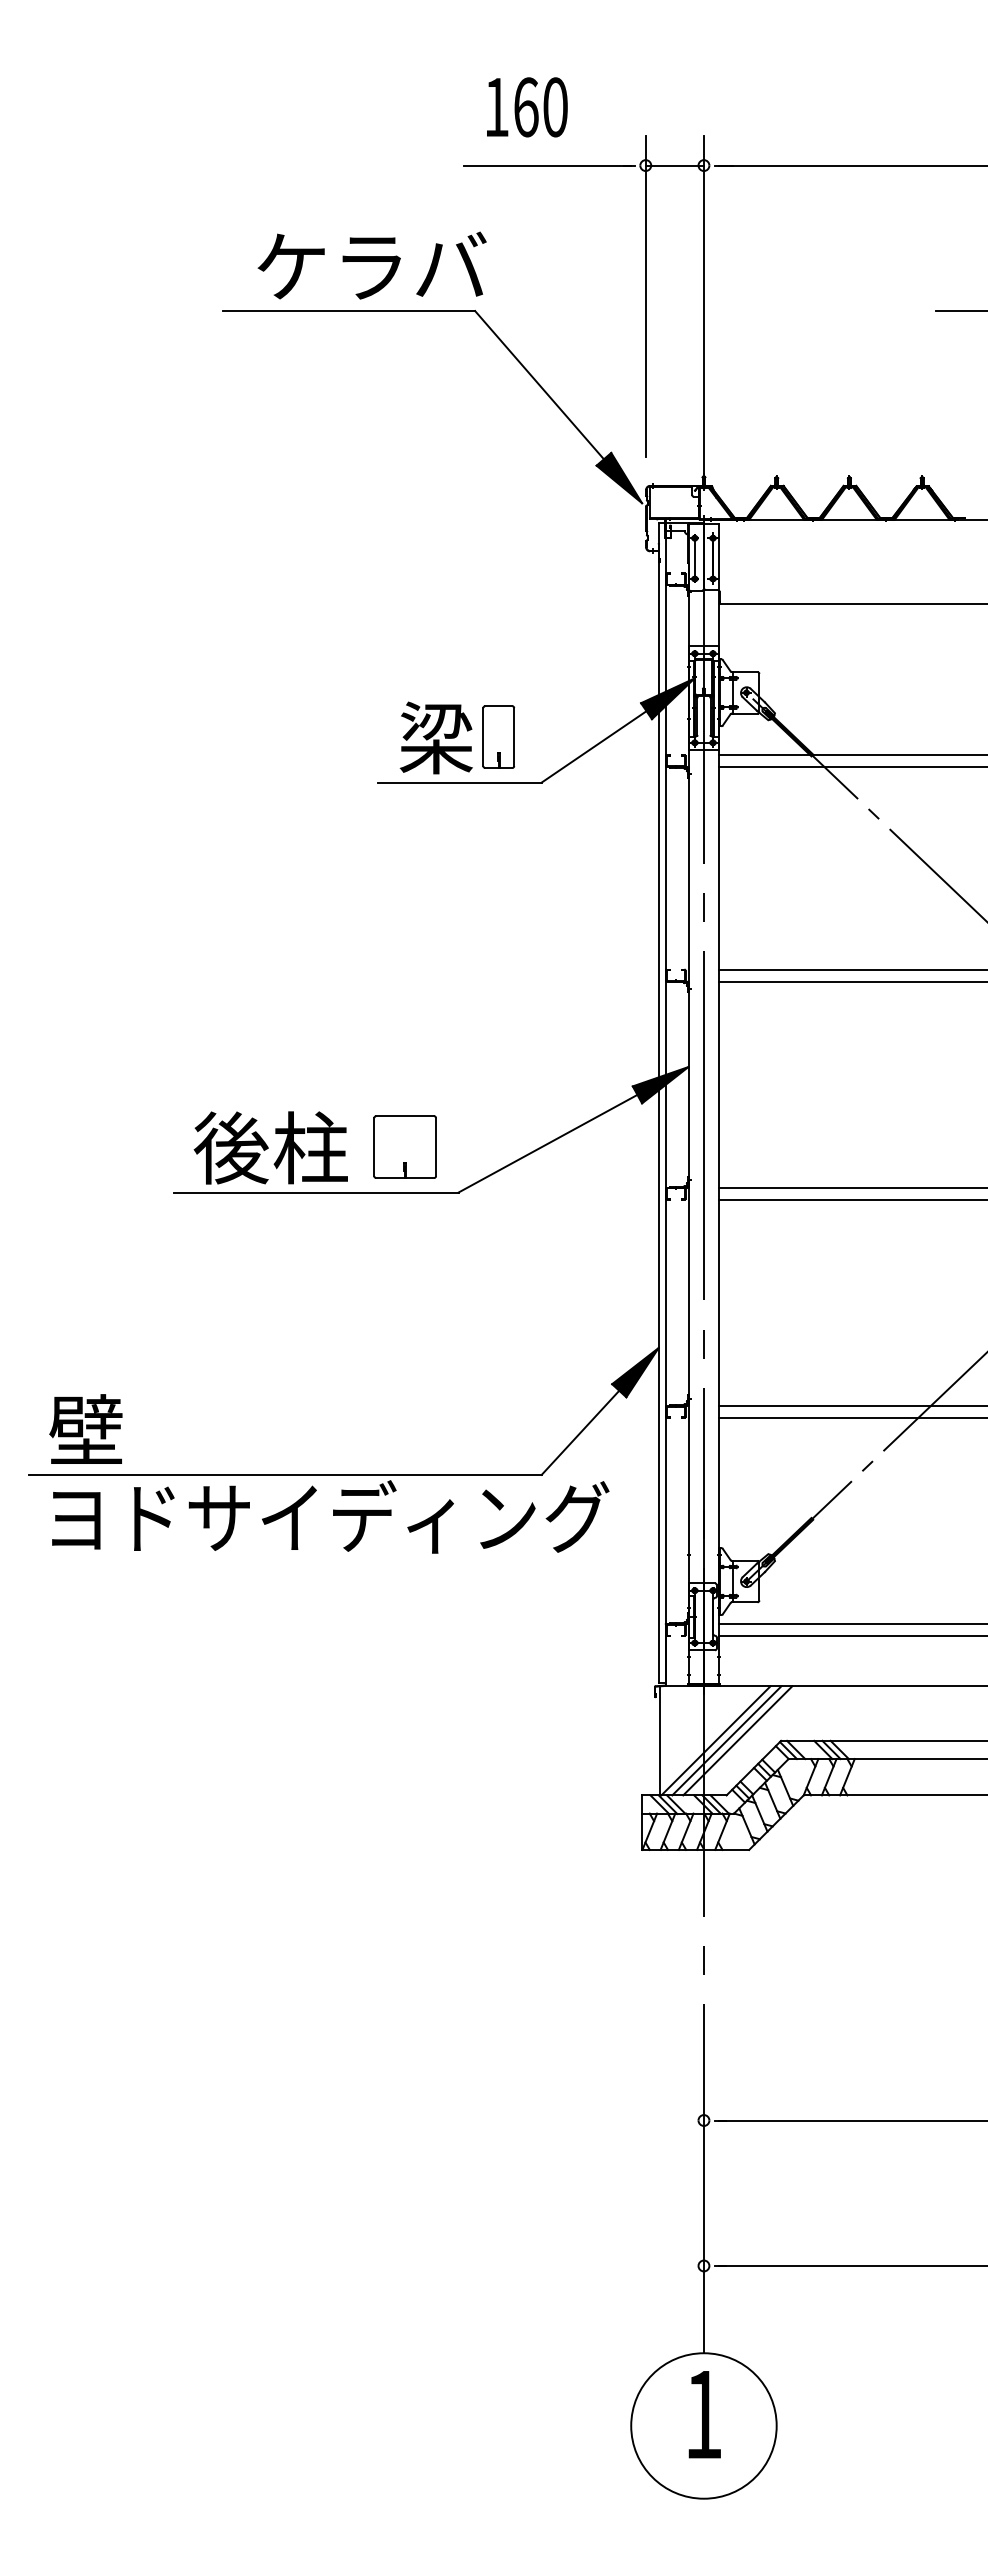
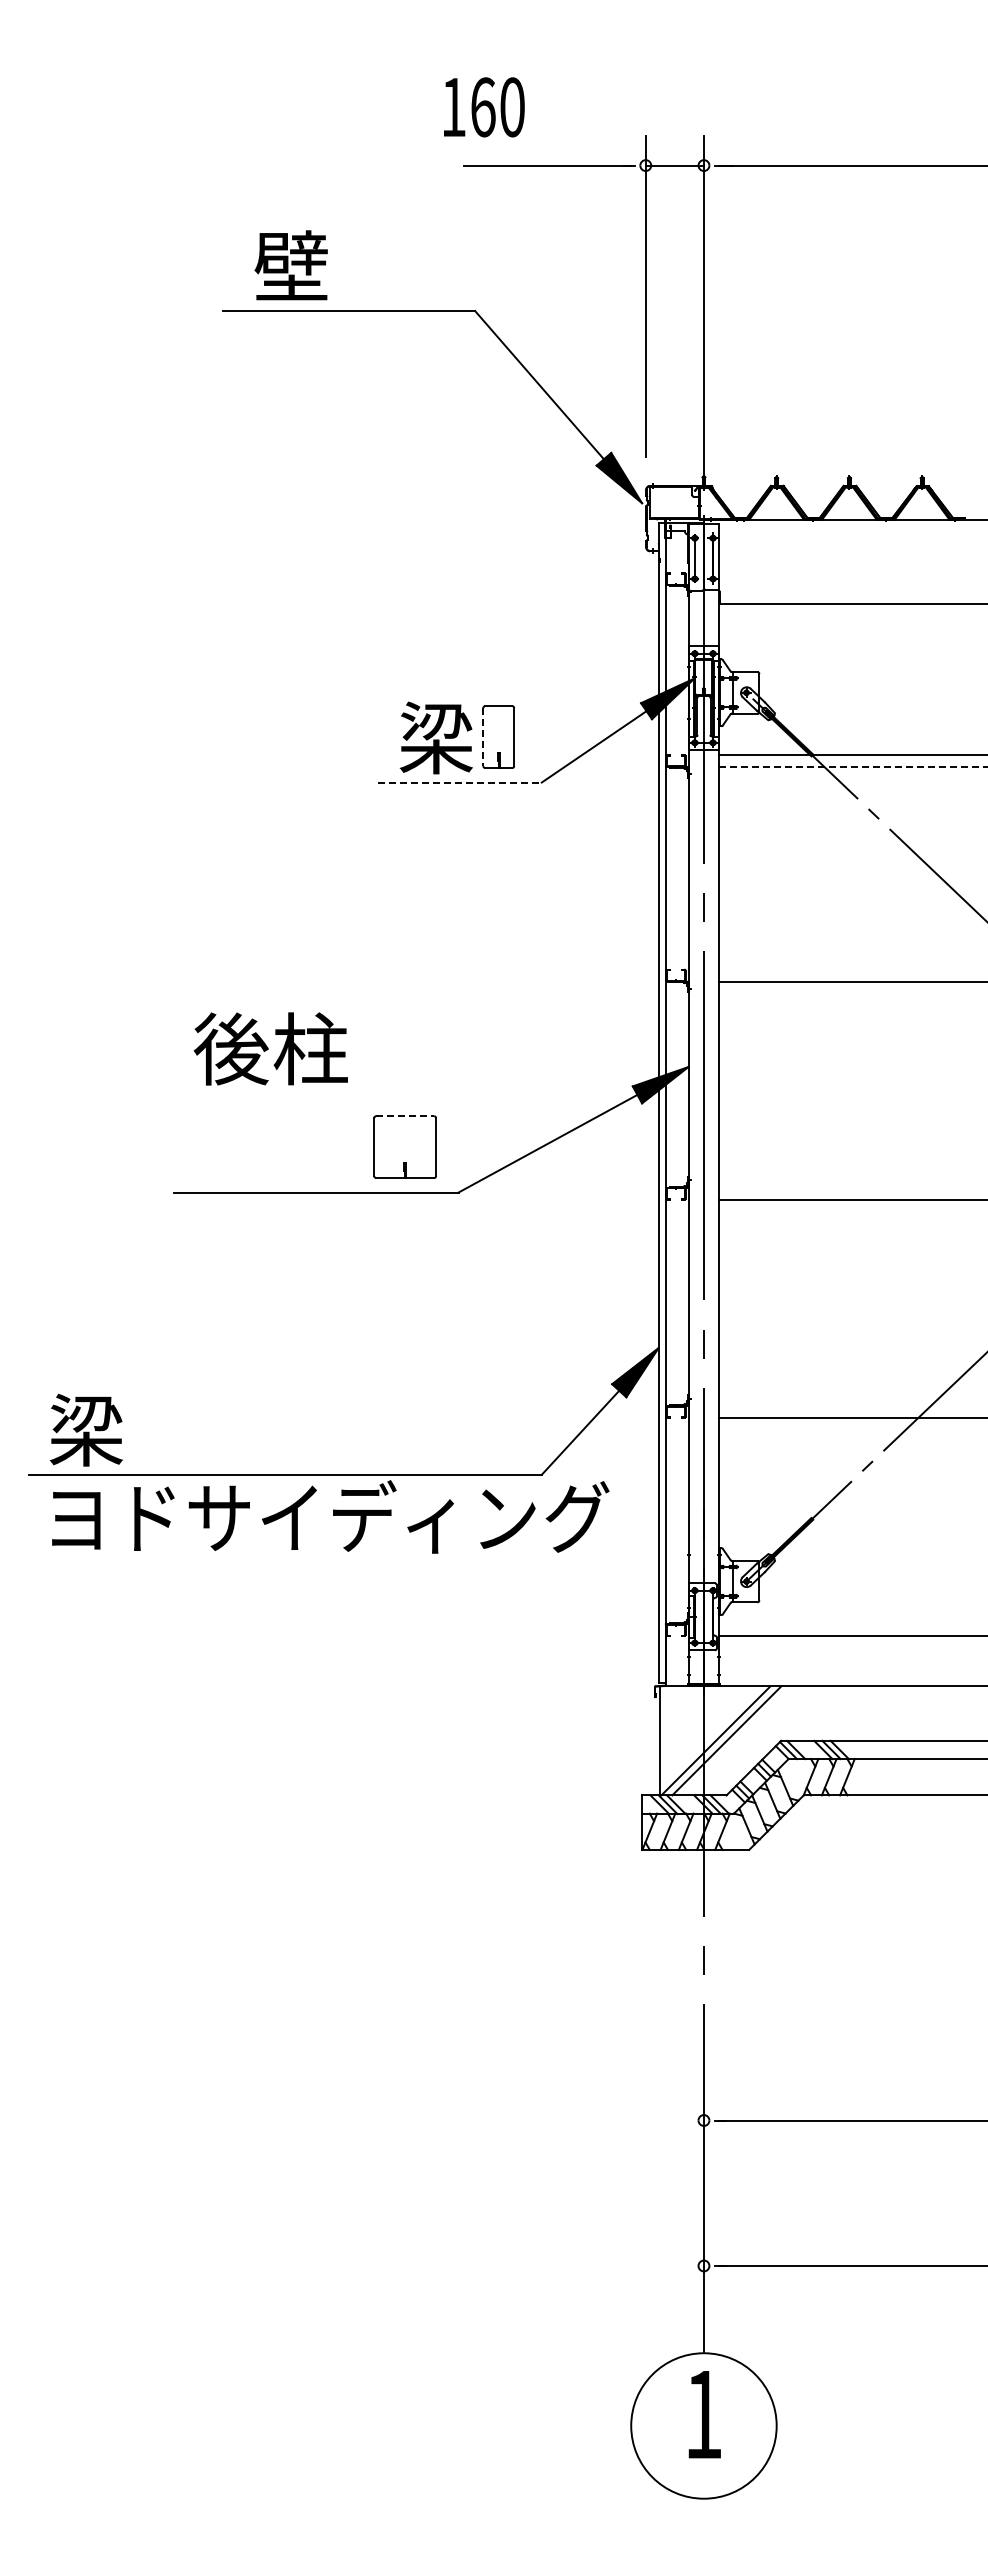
text at (527, 107) position: (527, 107) -> (484, 107)
text at (370, 265): ケラバ -> 壁
line at (959, 311): present -> none
line at (483, 737): solid -> dashed
line at (853, 766): solid -> dashed
line at (460, 782): solid -> dashed
line at (851, 969): present -> none
line at (405, 1116): solid -> dashed
text at (270, 1147) position: (270, 1147) -> (270, 1048)
line at (851, 1187): present -> none
line at (851, 1405): present -> none
text at (85, 1430): 壁 -> 梁
line at (851, 1624): present -> none
line at (737, 1740): present -> none
